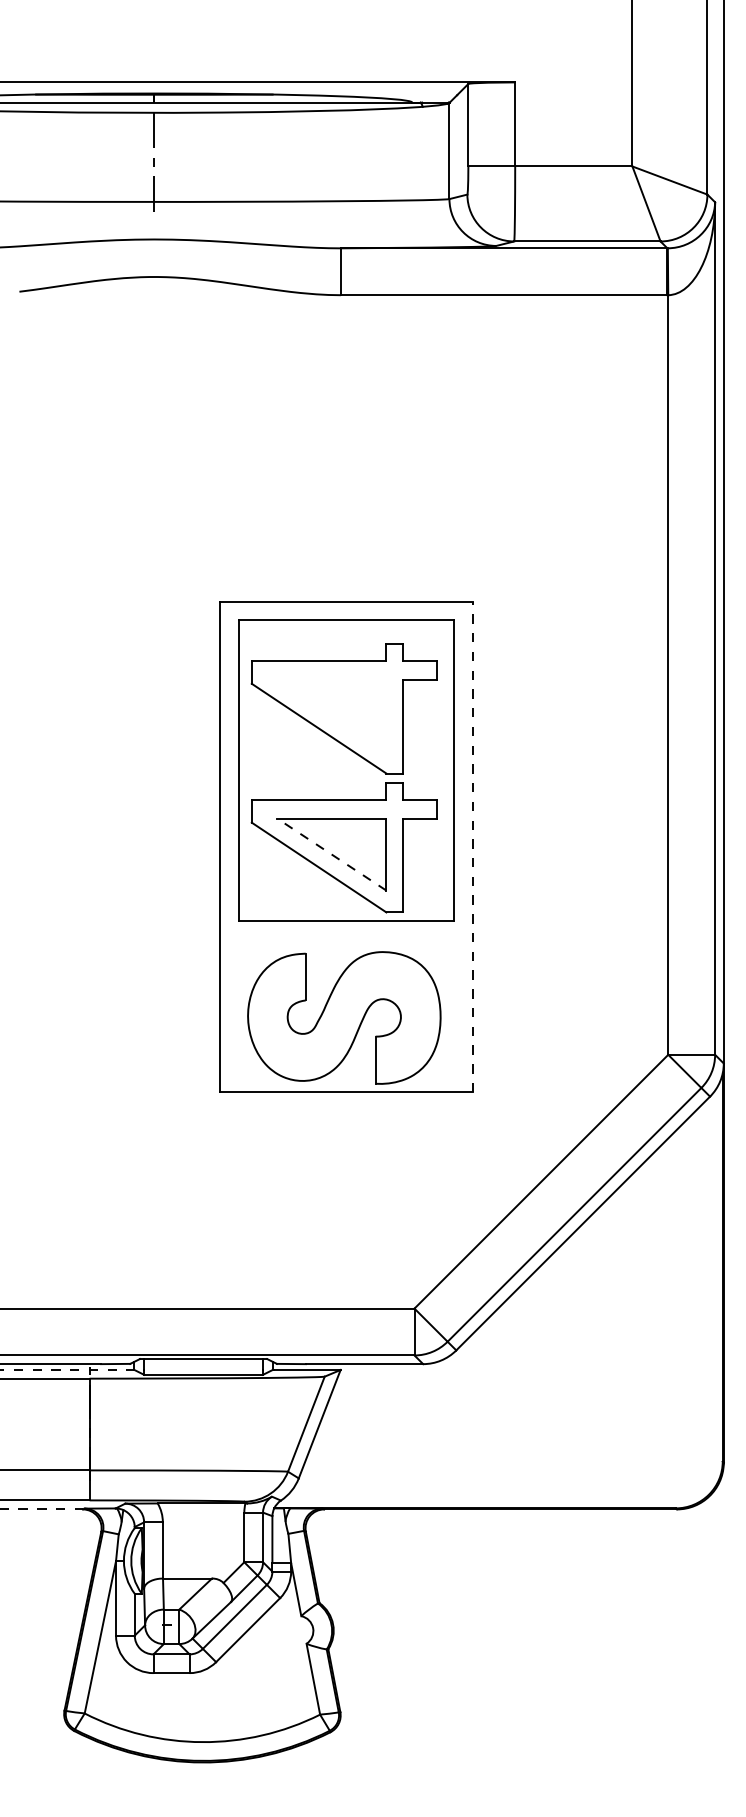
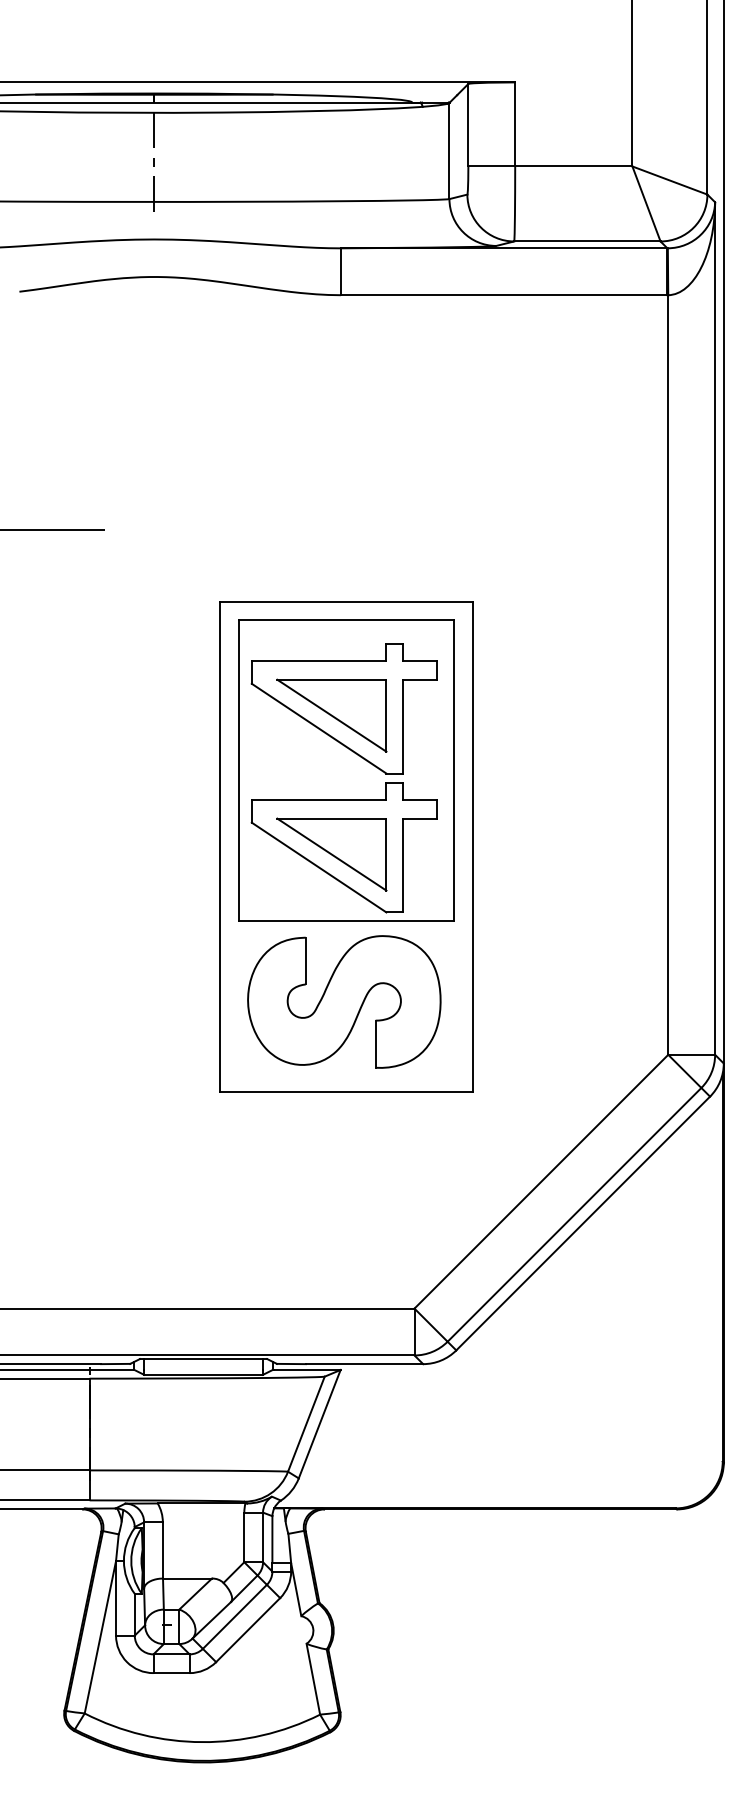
line at (53, 529): none -> present
part at (331, 715): none -> present
line at (473, 846): dashed -> solid
line at (331, 854): dashed -> solid
part at (344, 1017) position: (344, 1017) -> (344, 1001)
line at (67, 1369): dashed -> solid
line at (42, 1509): dashed -> solid
